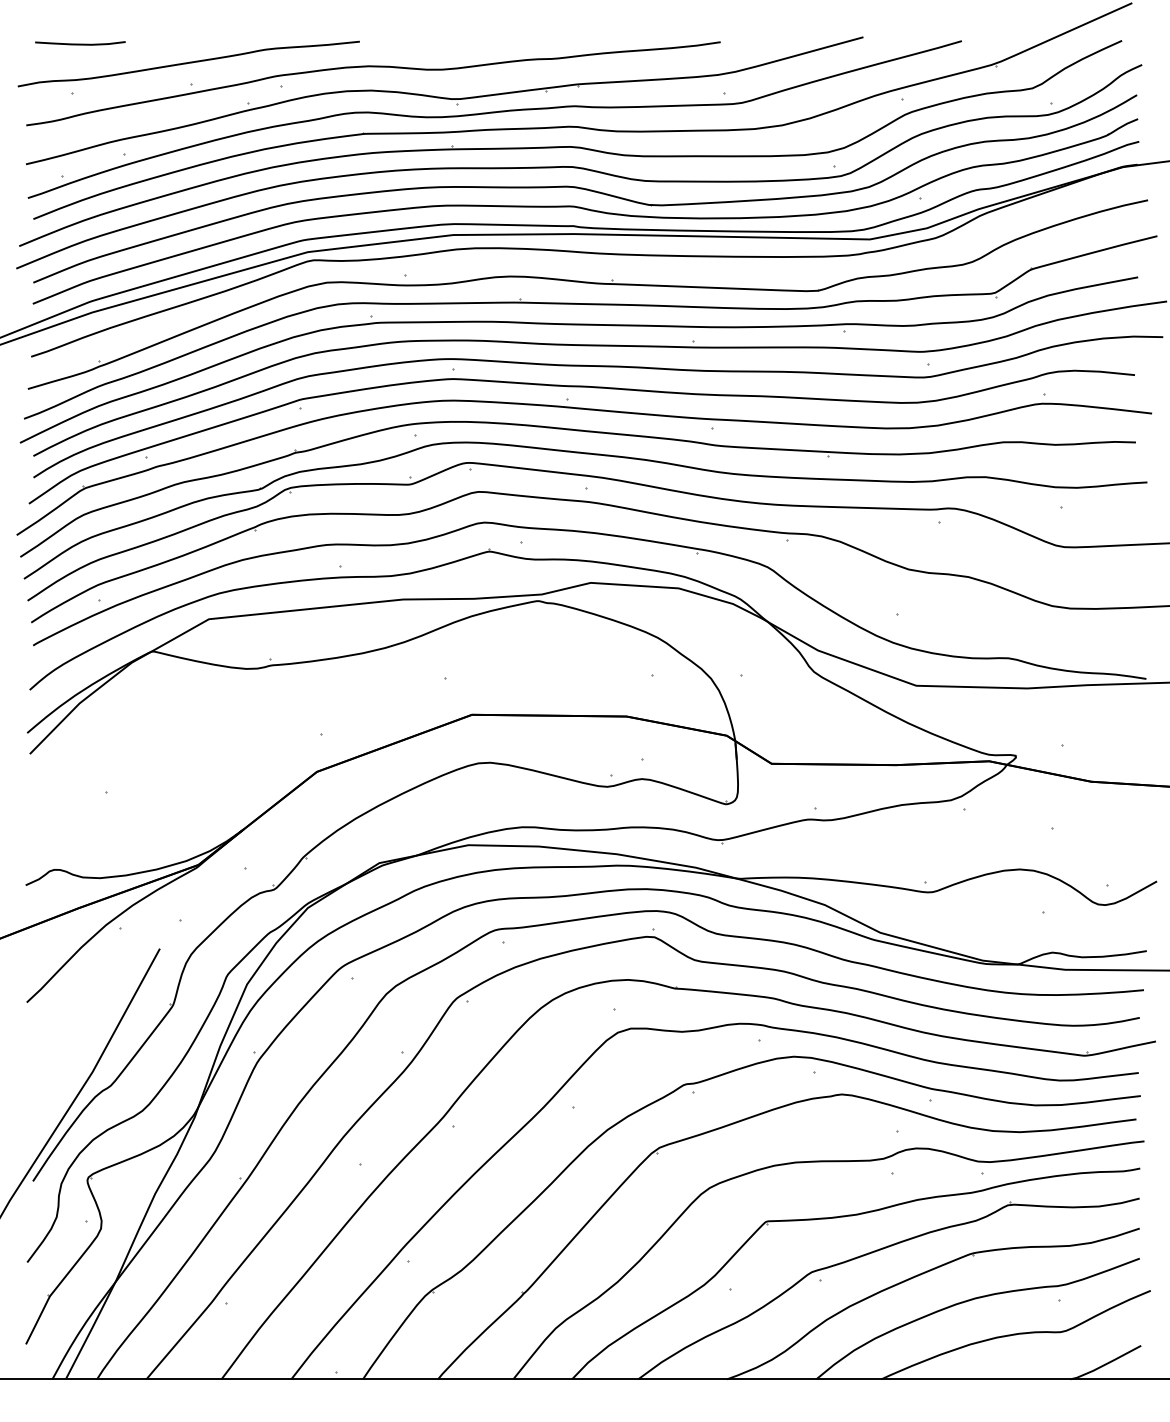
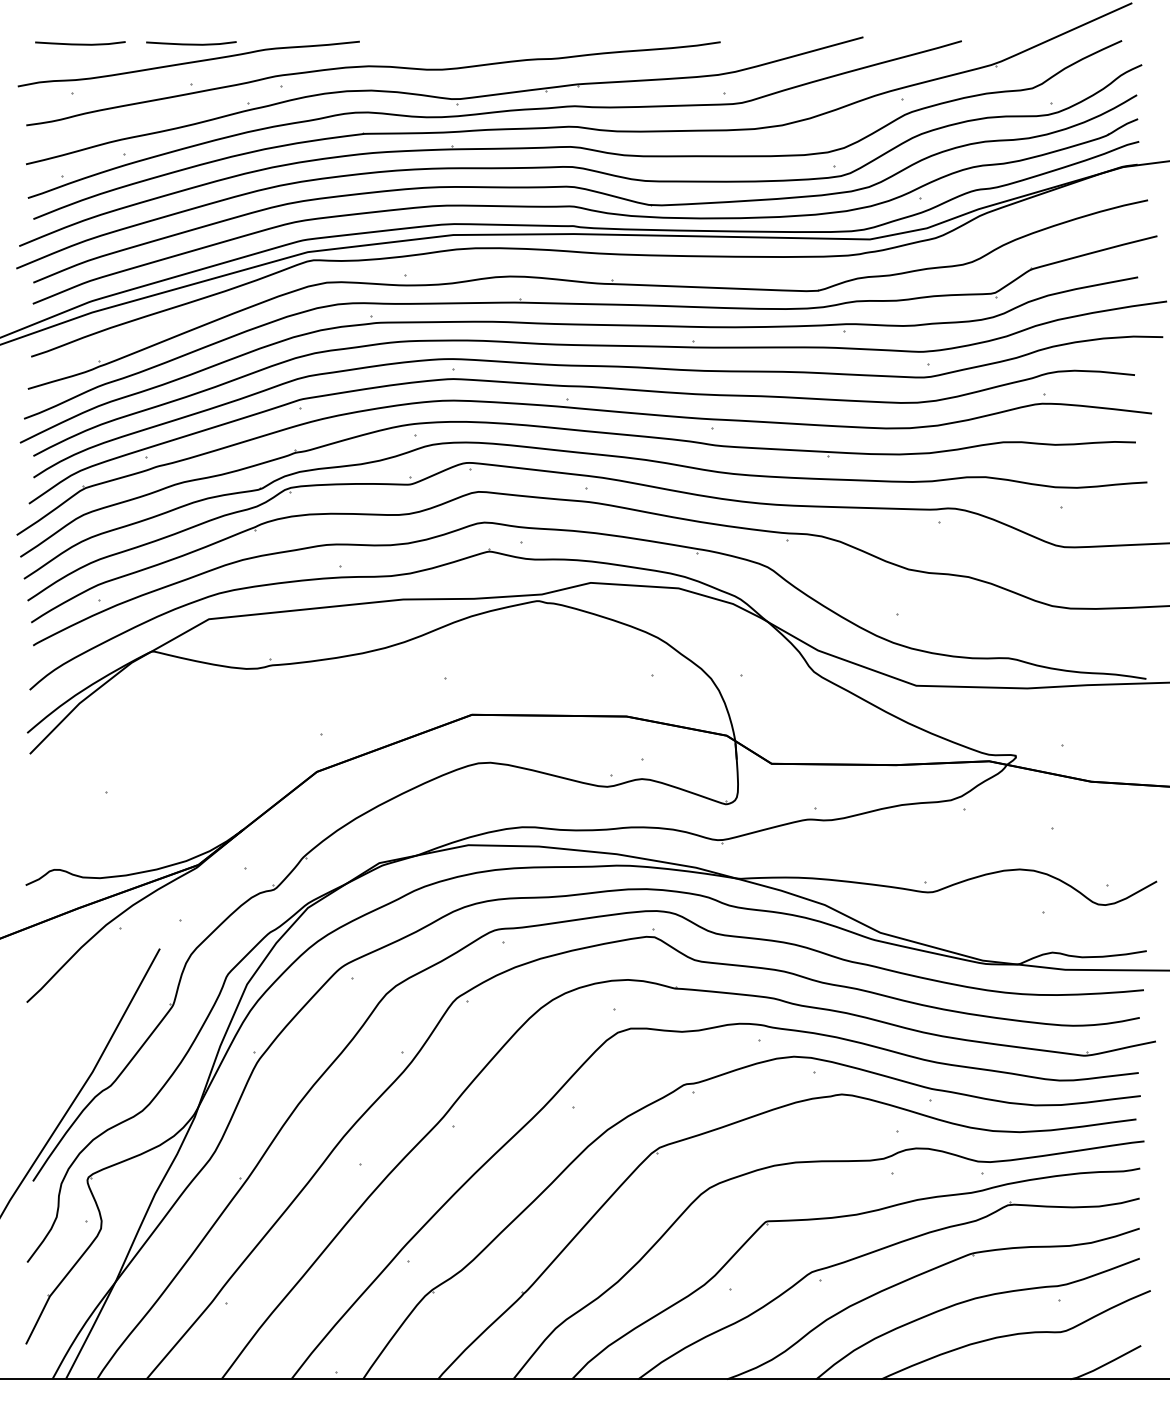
curve at (191, 43): none -> present
